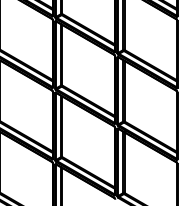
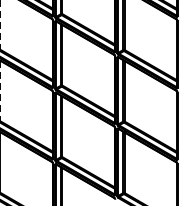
line at (0, 24): solid -> dashed
line at (0, 91): solid -> dashed
